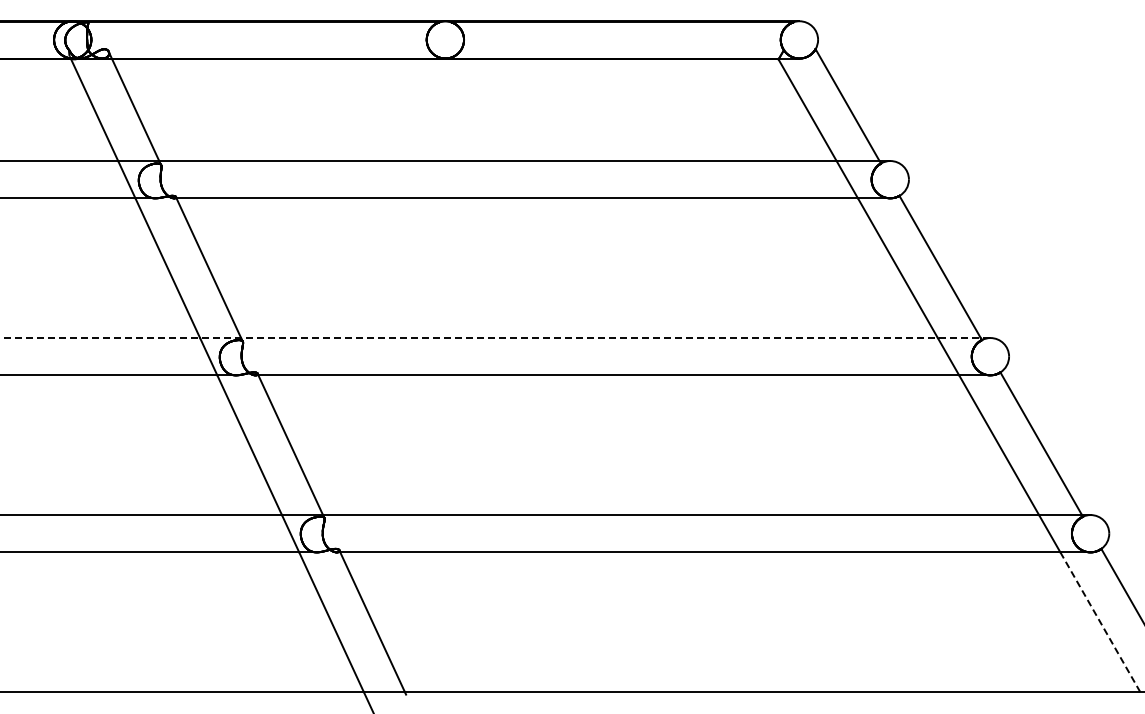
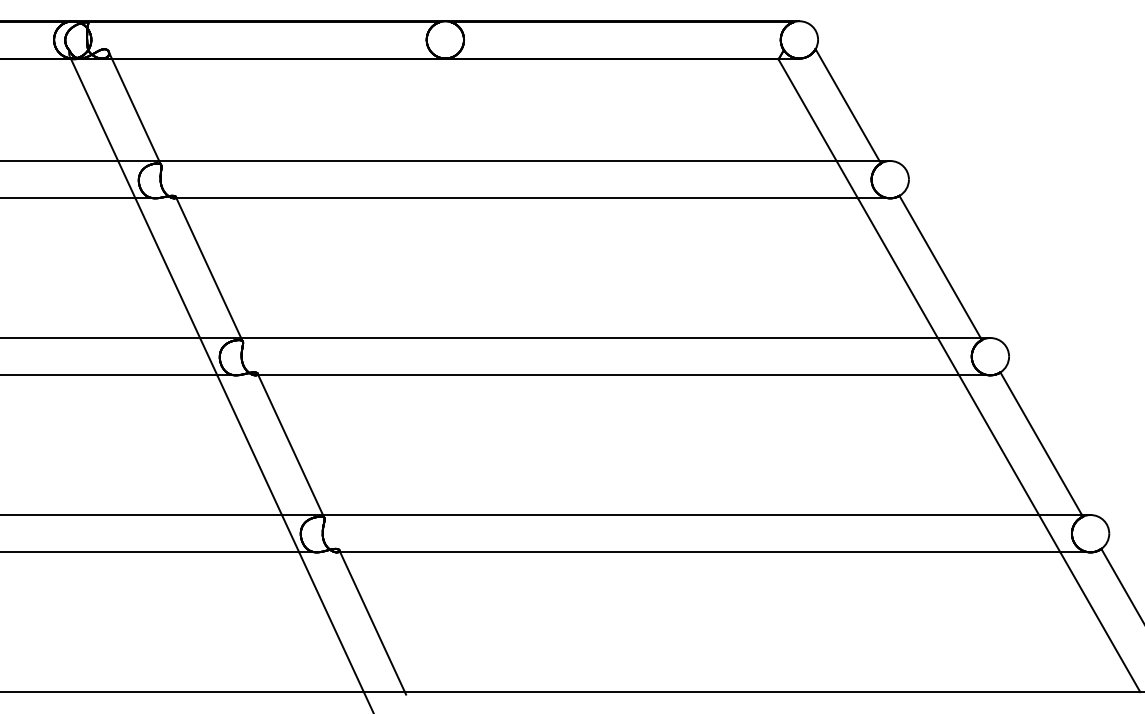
line at (495, 338): dashed -> solid
line at (1100, 621): dashed -> solid
